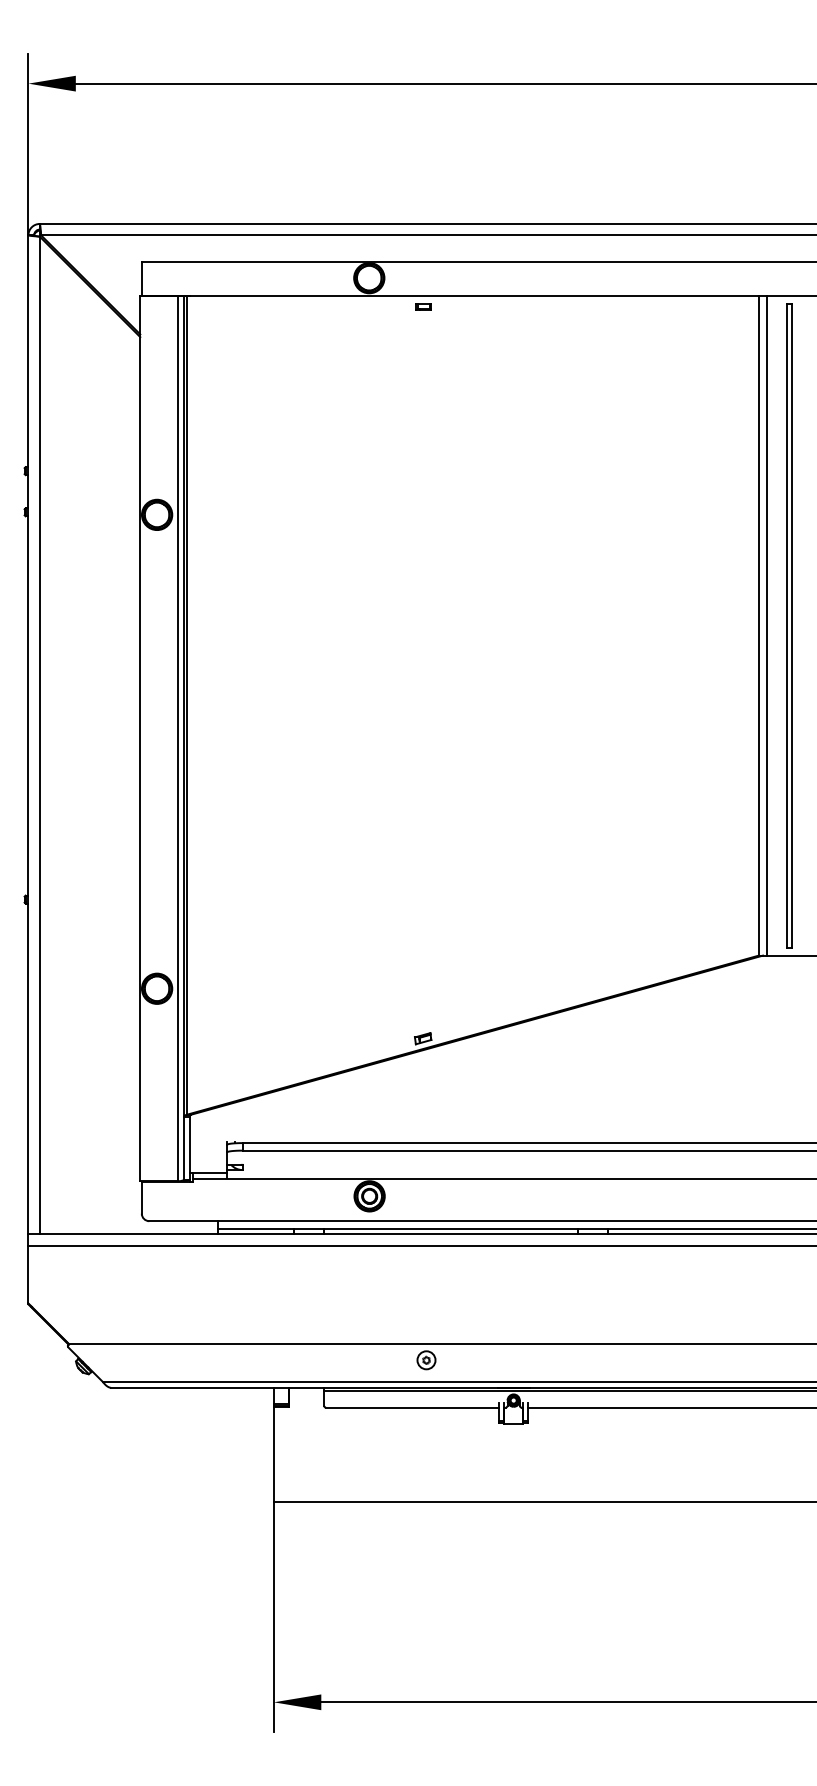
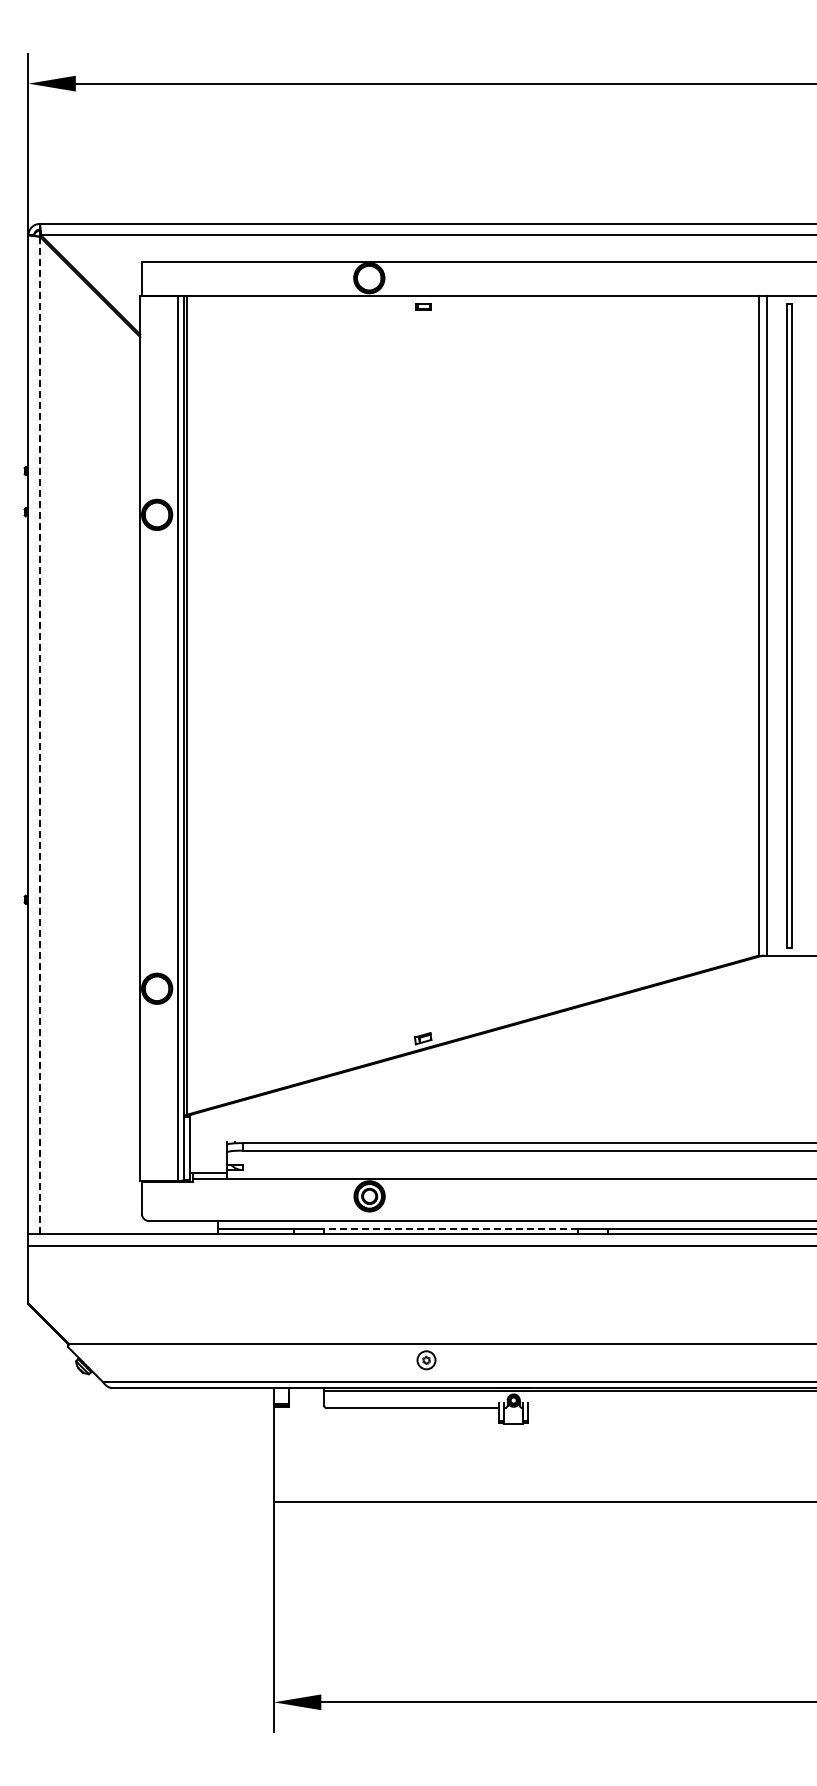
line at (39, 735): solid -> dashed
line at (451, 1228): solid -> dashed
line at (670, 1407): present -> none
